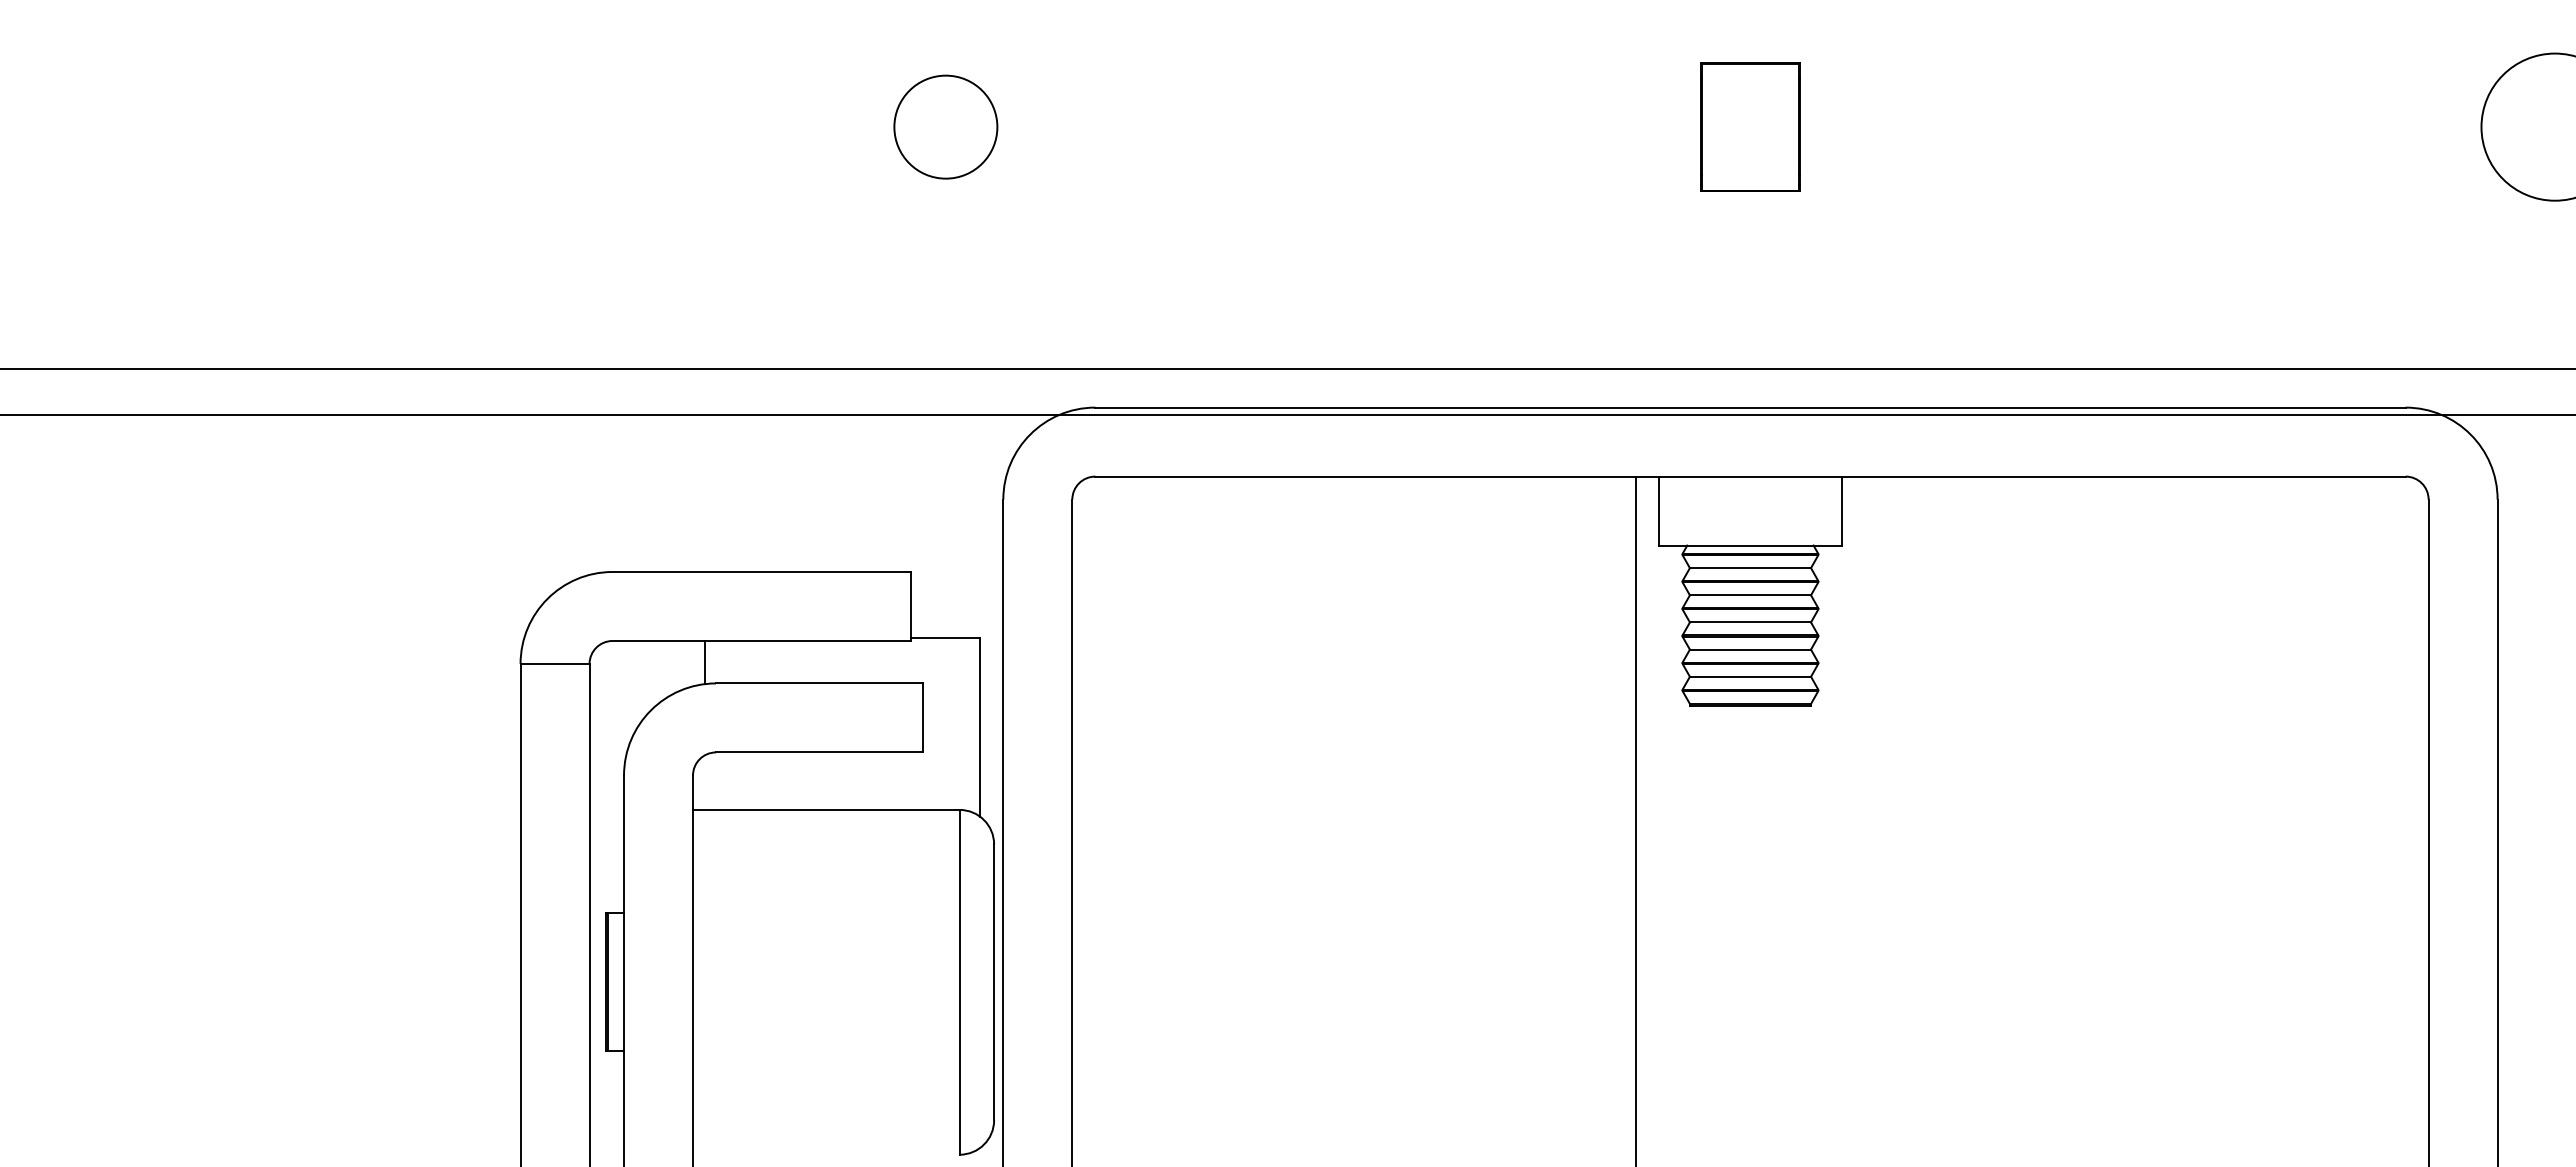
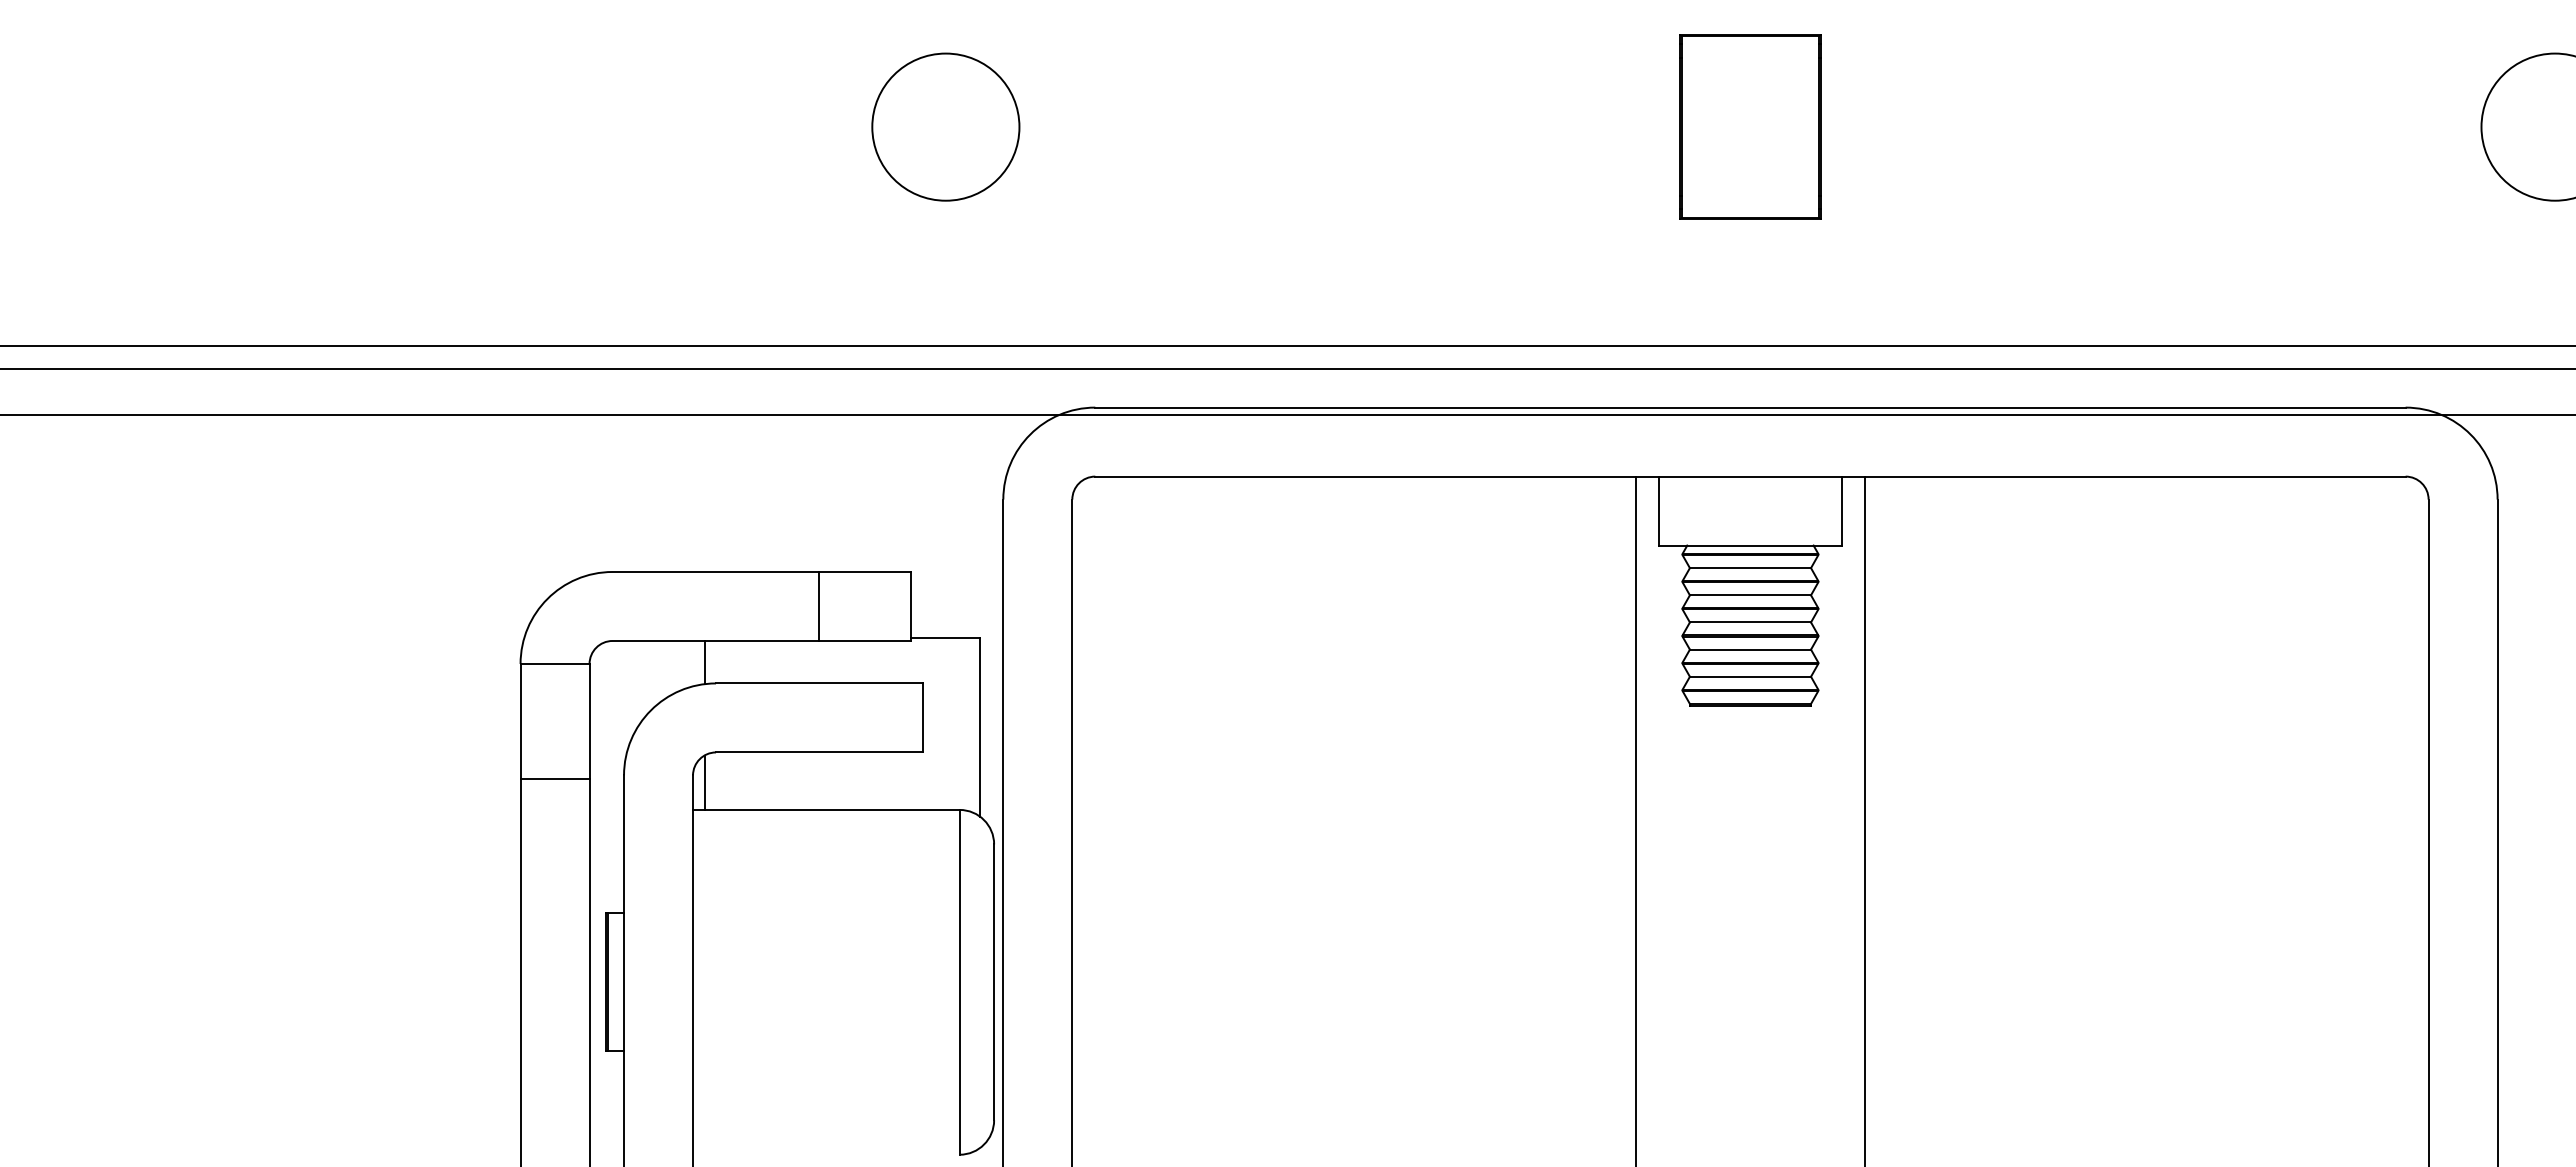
circle at (945, 126) diameter: 103 px -> 147 px
part at (1750, 126) size: 101x130 px -> 143x186 px
line at (1287, 345): none -> present
line at (819, 605): none -> present
line at (554, 778): none -> present
line at (704, 782): none -> present
line at (1865, 819): none -> present
